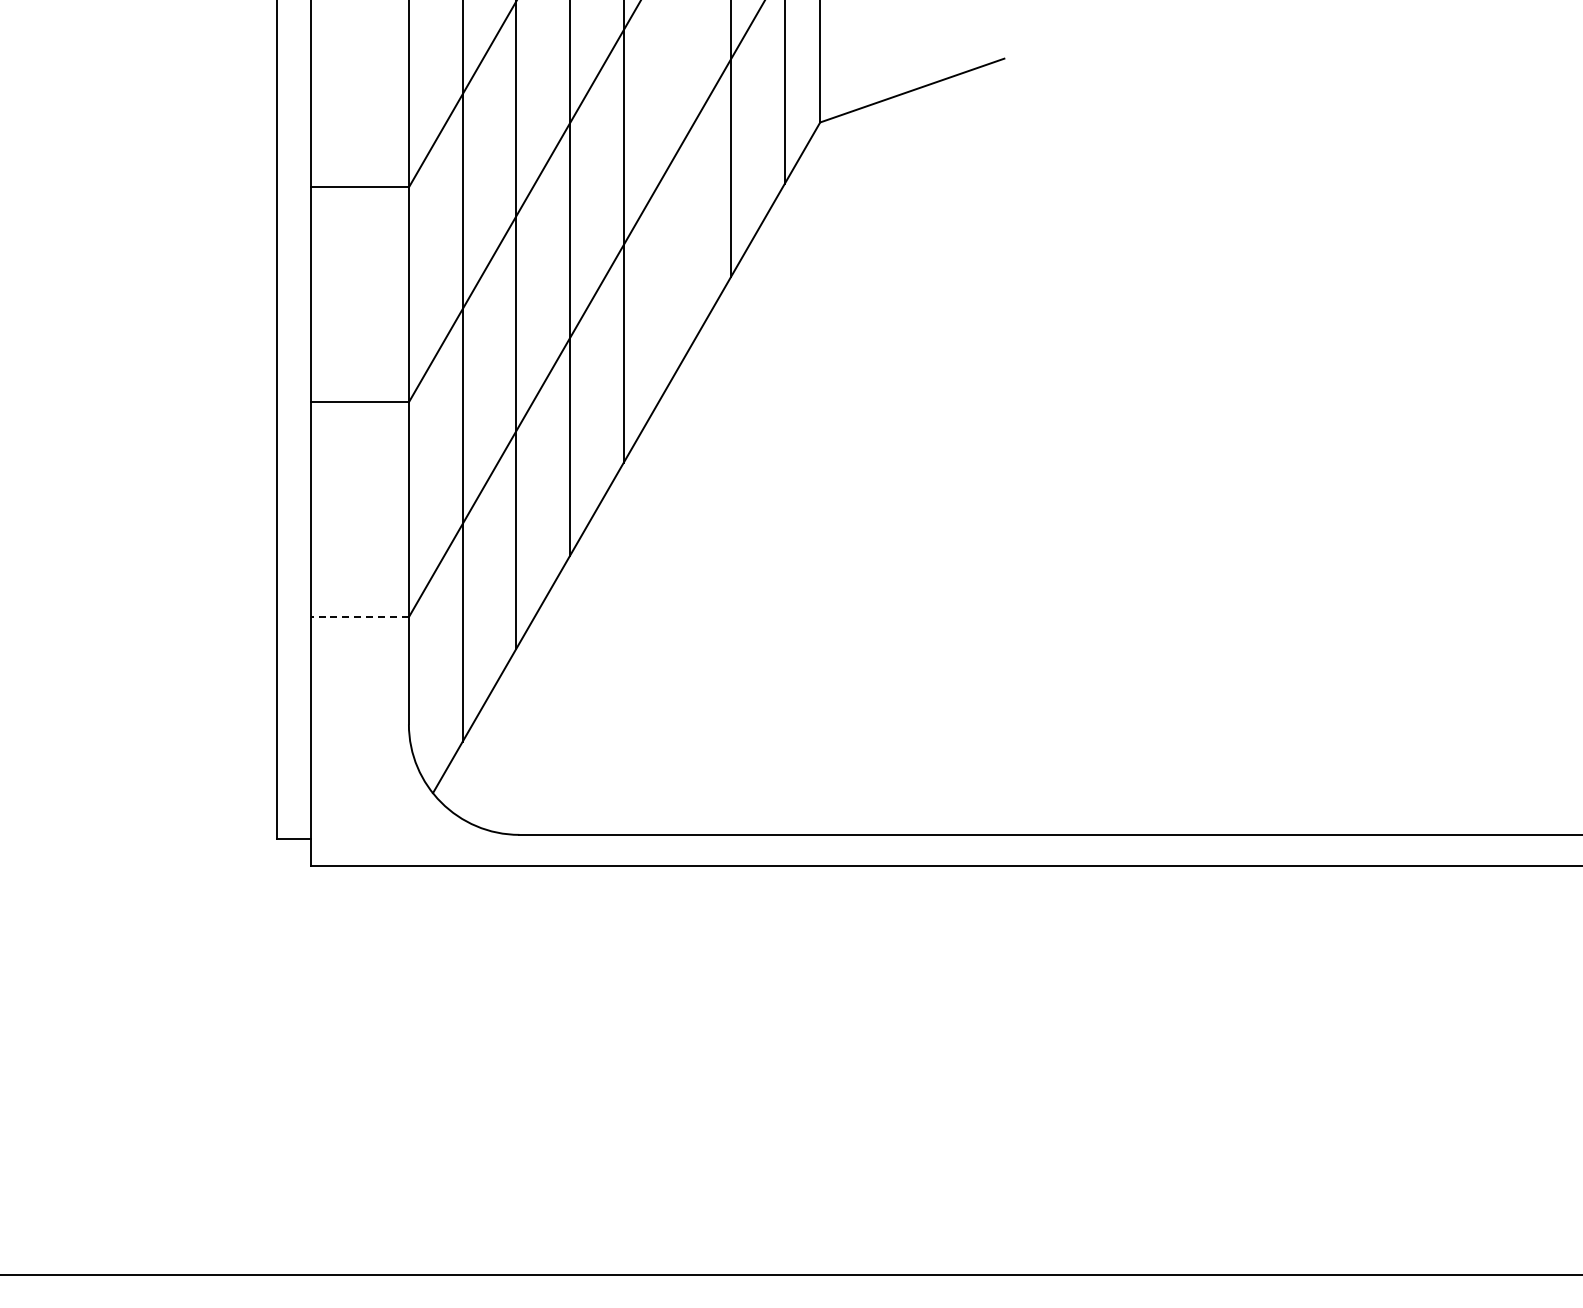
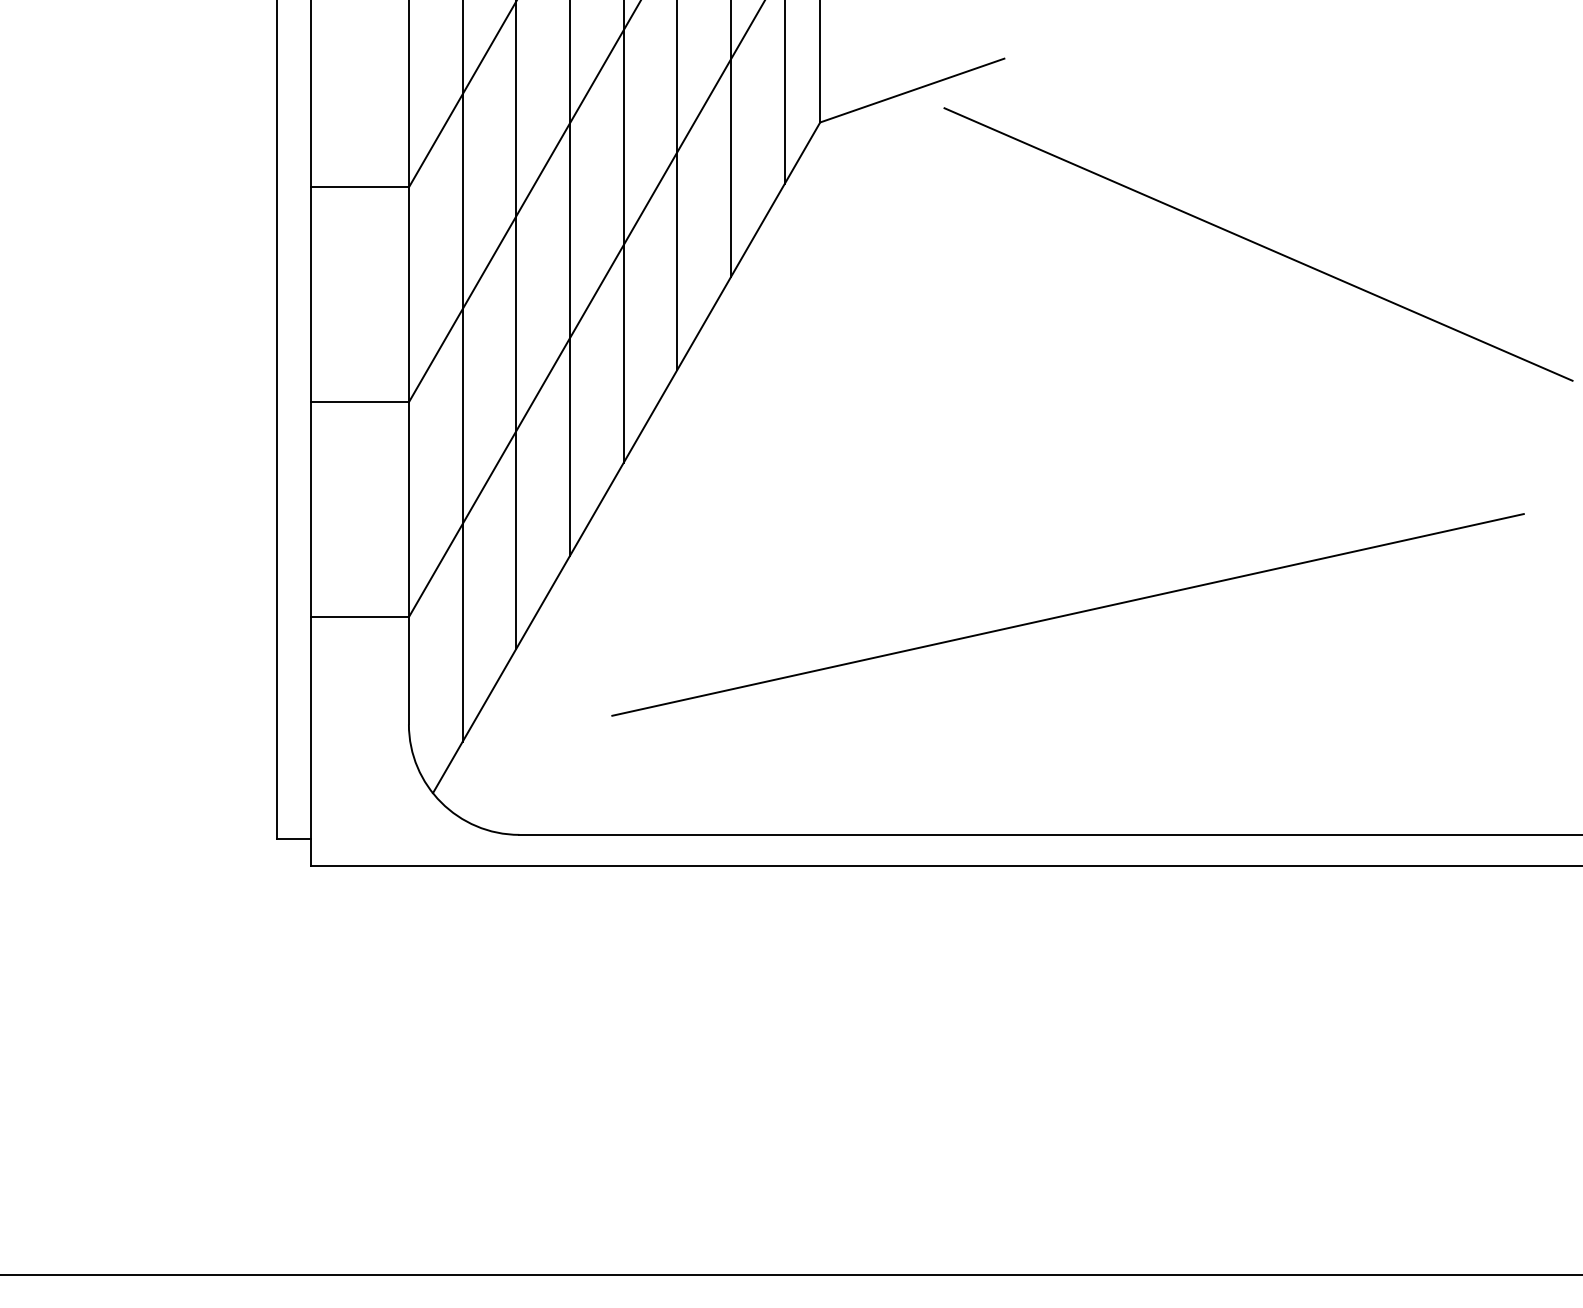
line at (677, 185): none -> present
line at (1258, 244): none -> present
line at (1067, 614): none -> present
line at (359, 617): dashed -> solid
